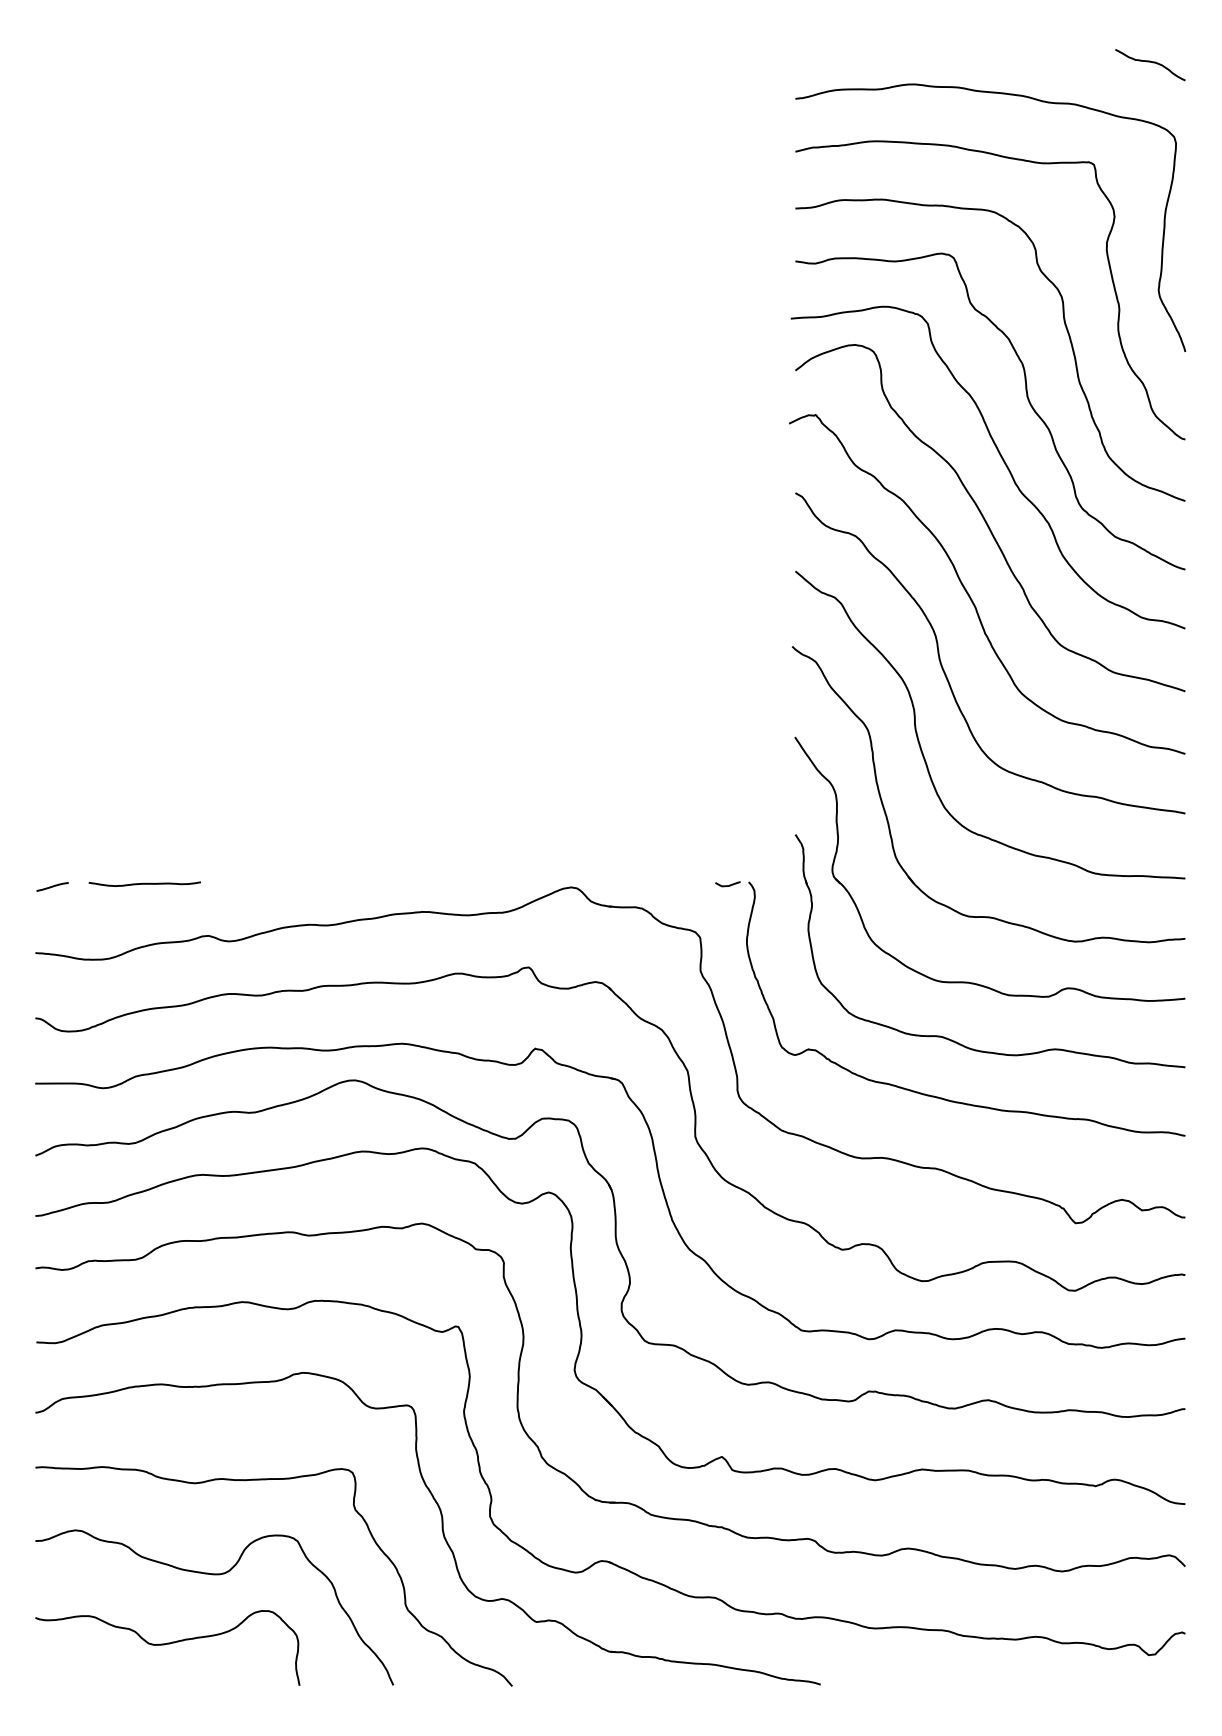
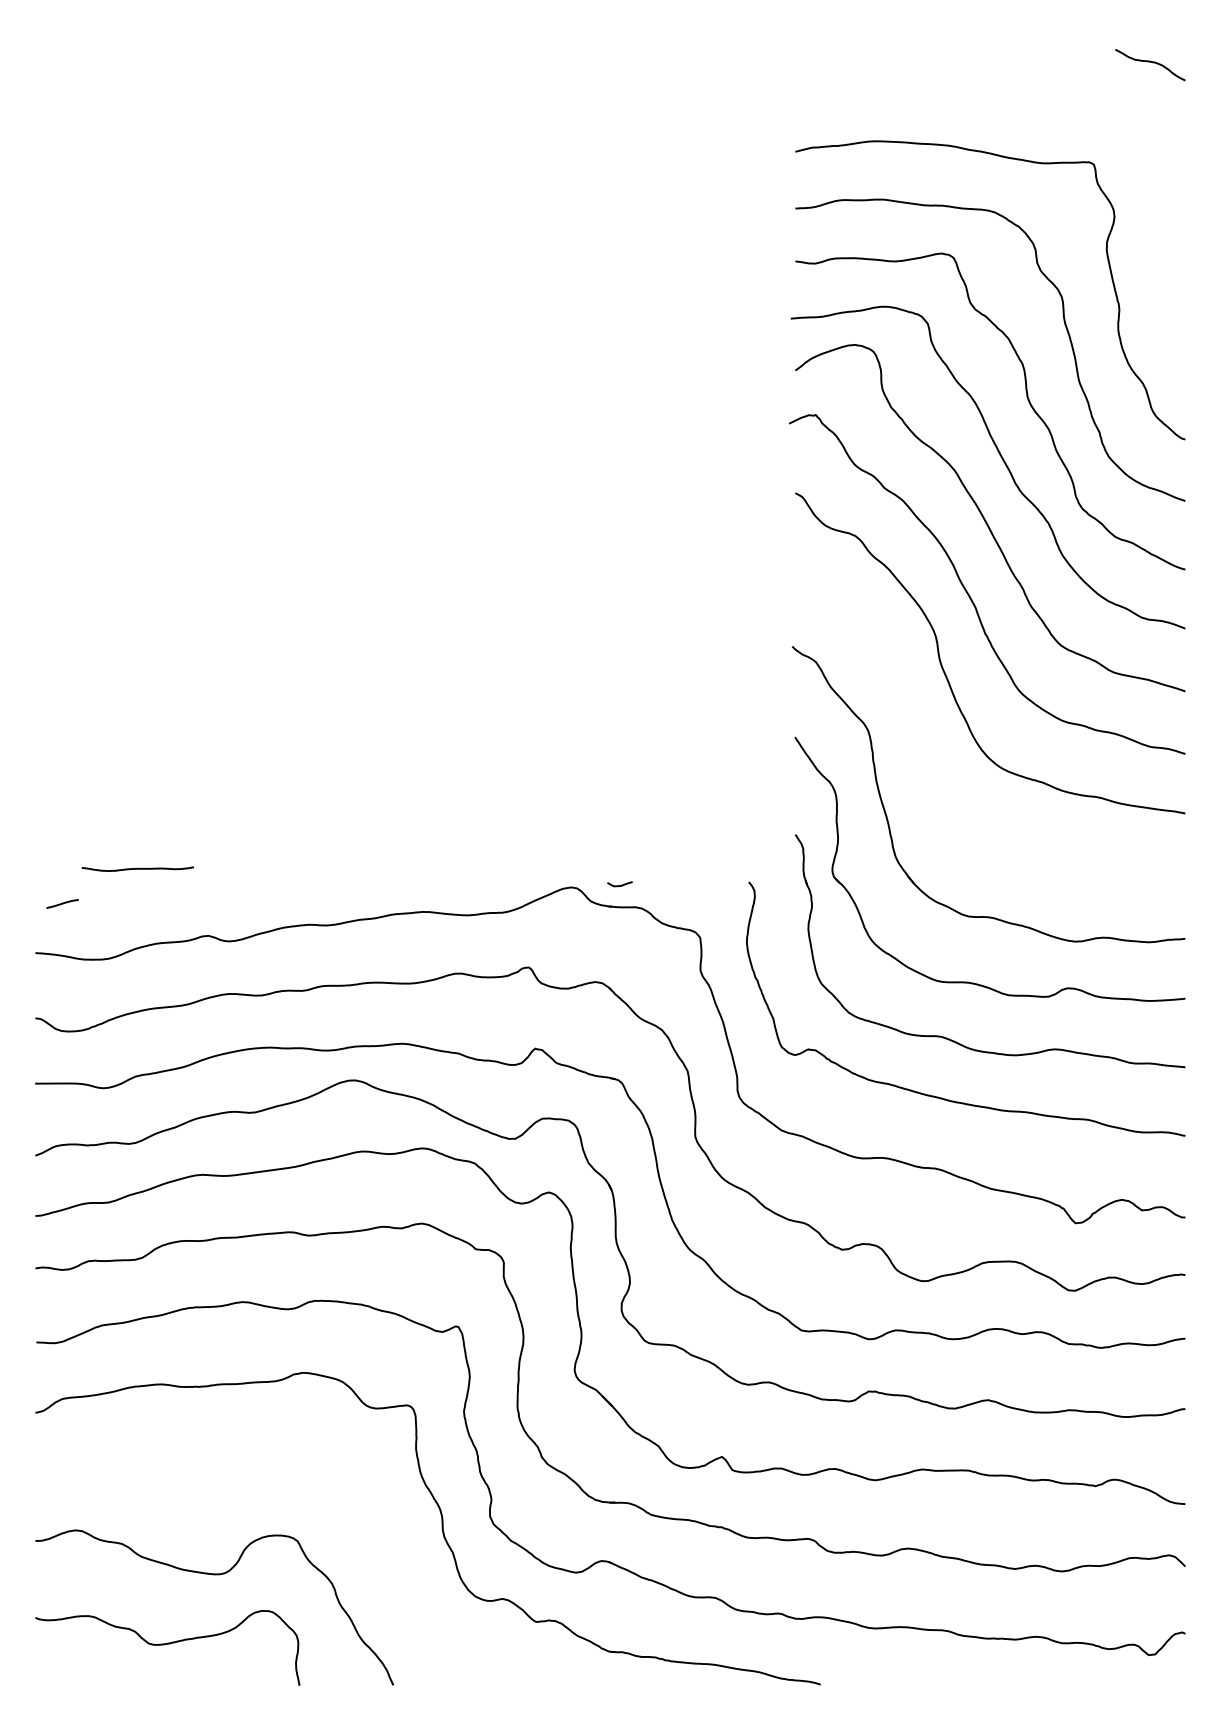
curve at (1009, 95): present -> none
curve at (921, 746): present -> none
curve at (144, 883) position: (144, 883) -> (137, 868)
curve at (727, 885) position: (727, 885) -> (619, 885)
line at (52, 886) position: (52, 886) -> (62, 903)
curve at (267, 1480): present -> none
